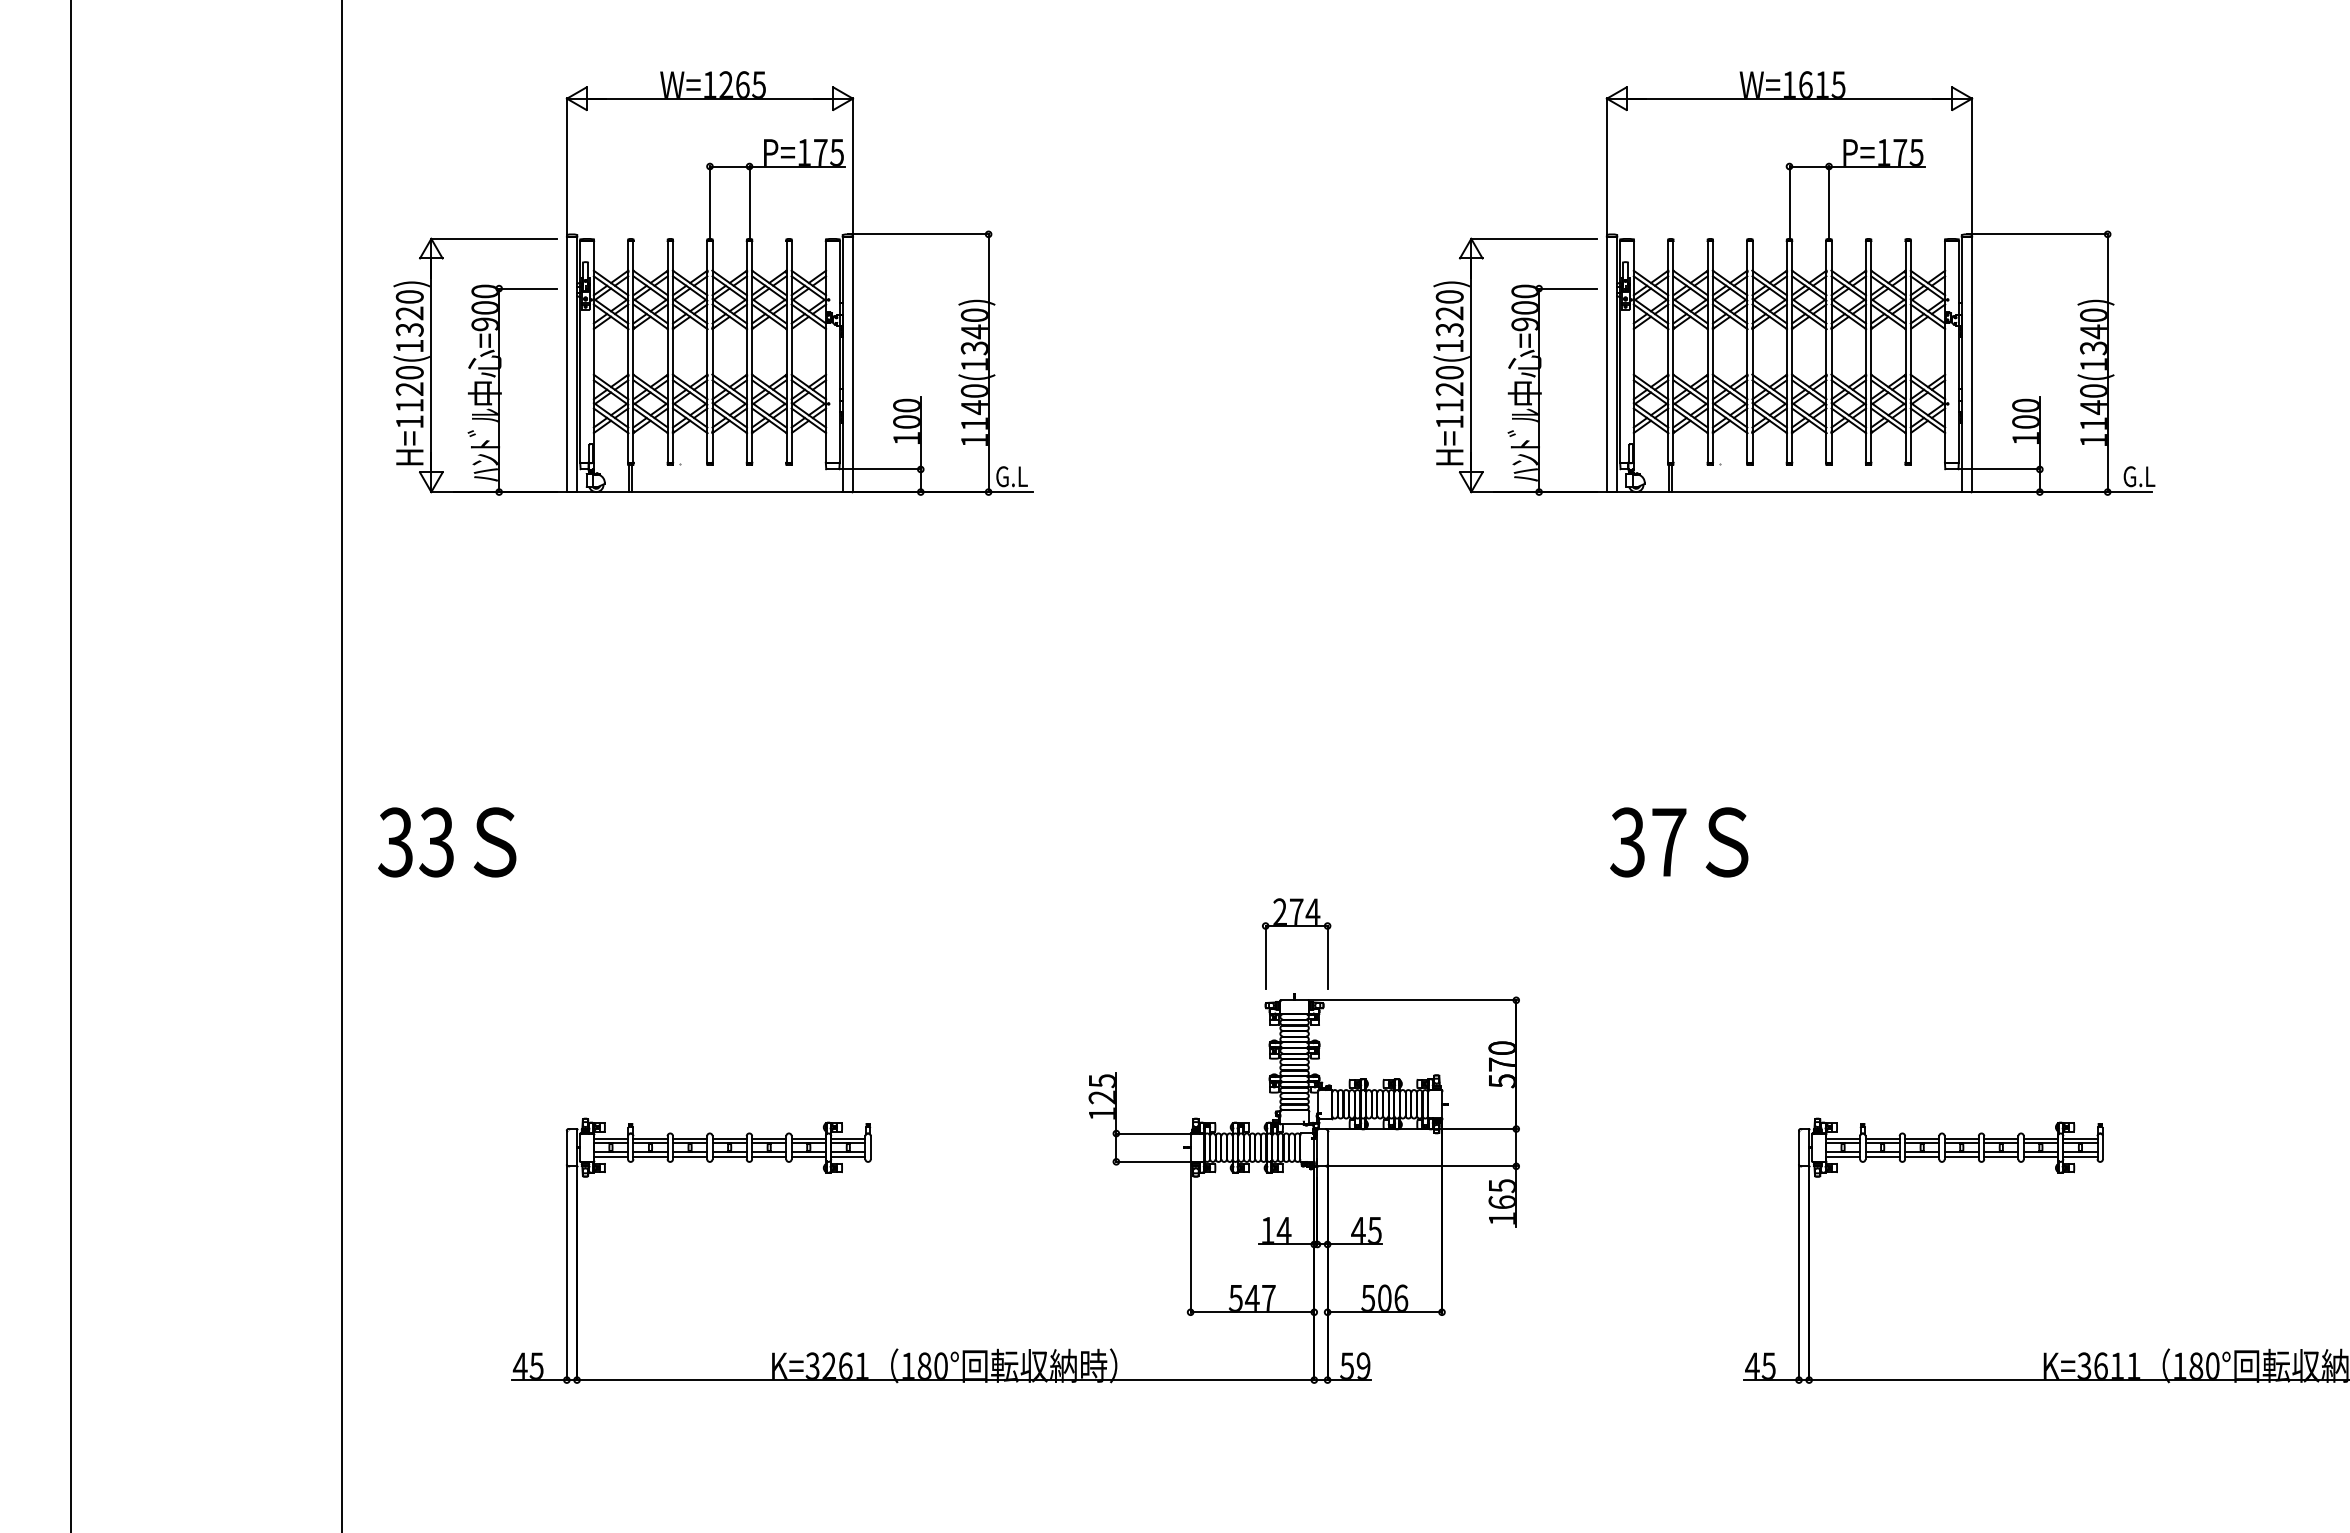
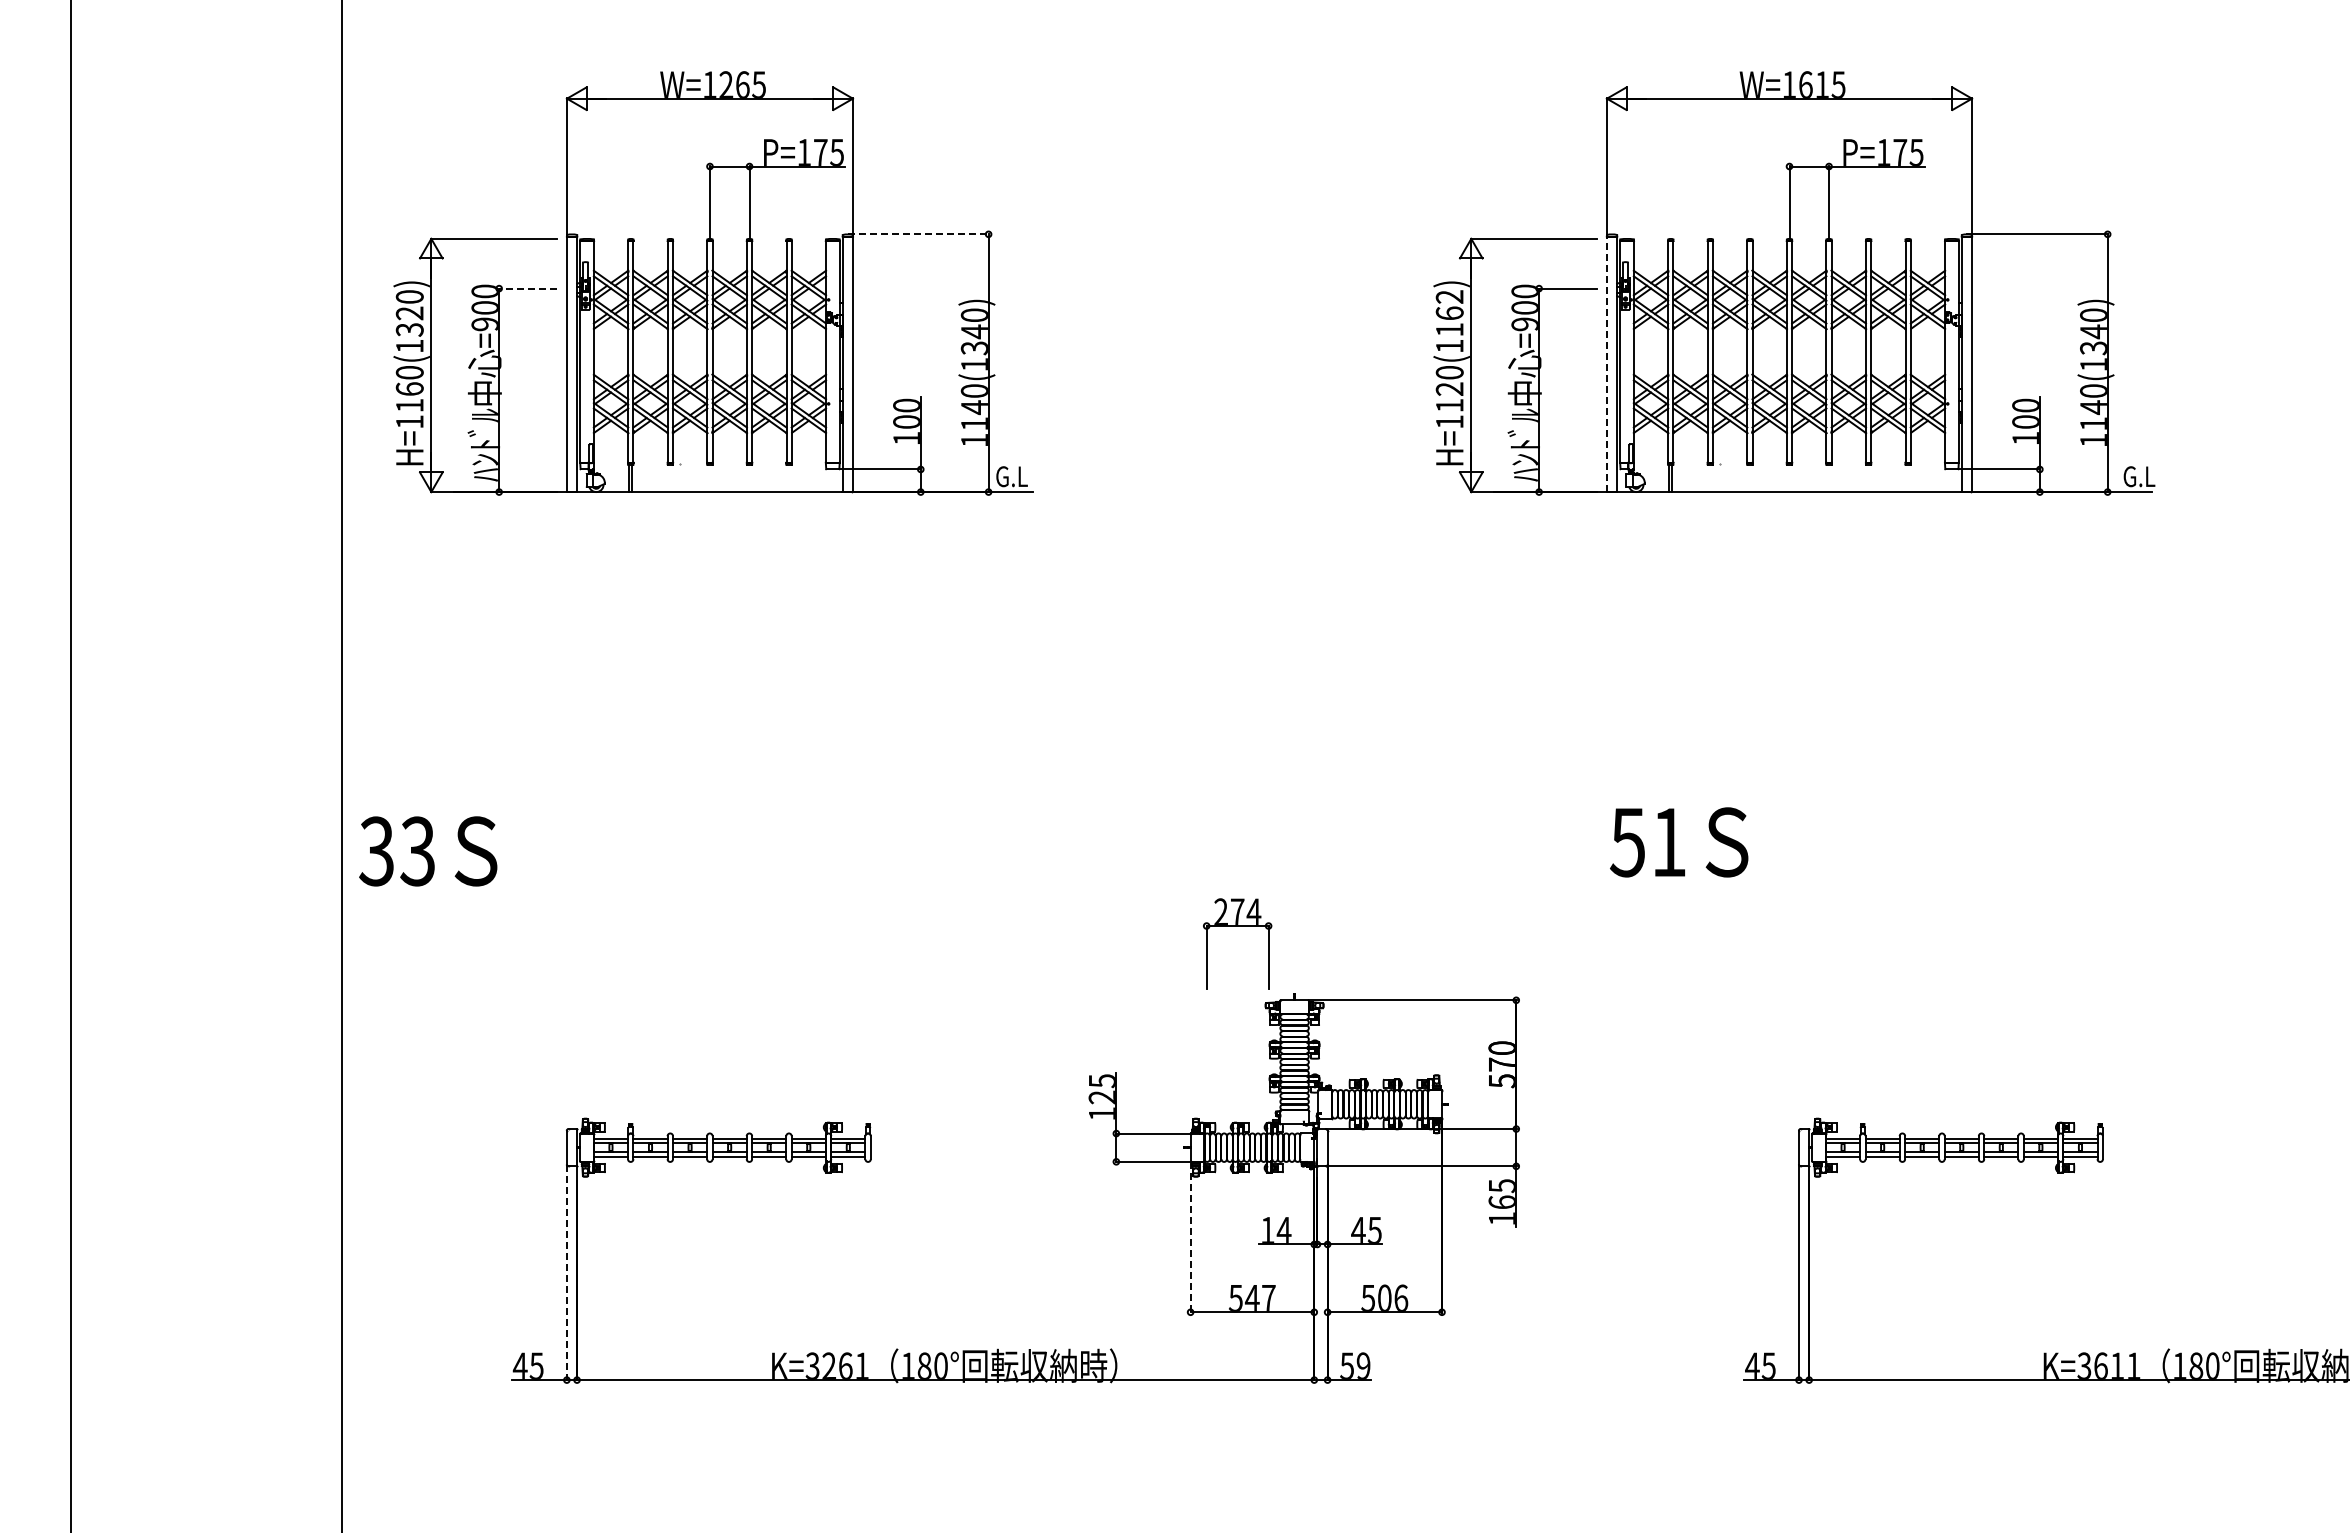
line at (918, 234): solid -> dashed
line at (527, 288): solid -> dashed
text at (1449, 313): H=1120(1320) -> H=1120(1162)
line at (1606, 364): solid -> dashed
text at (409, 388): H=1120(1320) -> H=1160(1320)
text at (447, 842) position: (447, 842) -> (428, 851)
text at (1648, 842): 37 -> 51
part at (1296, 926) position: (1296, 926) -> (1237, 926)
line at (1190, 1237): solid -> dashed
line at (566, 1272): solid -> dashed
